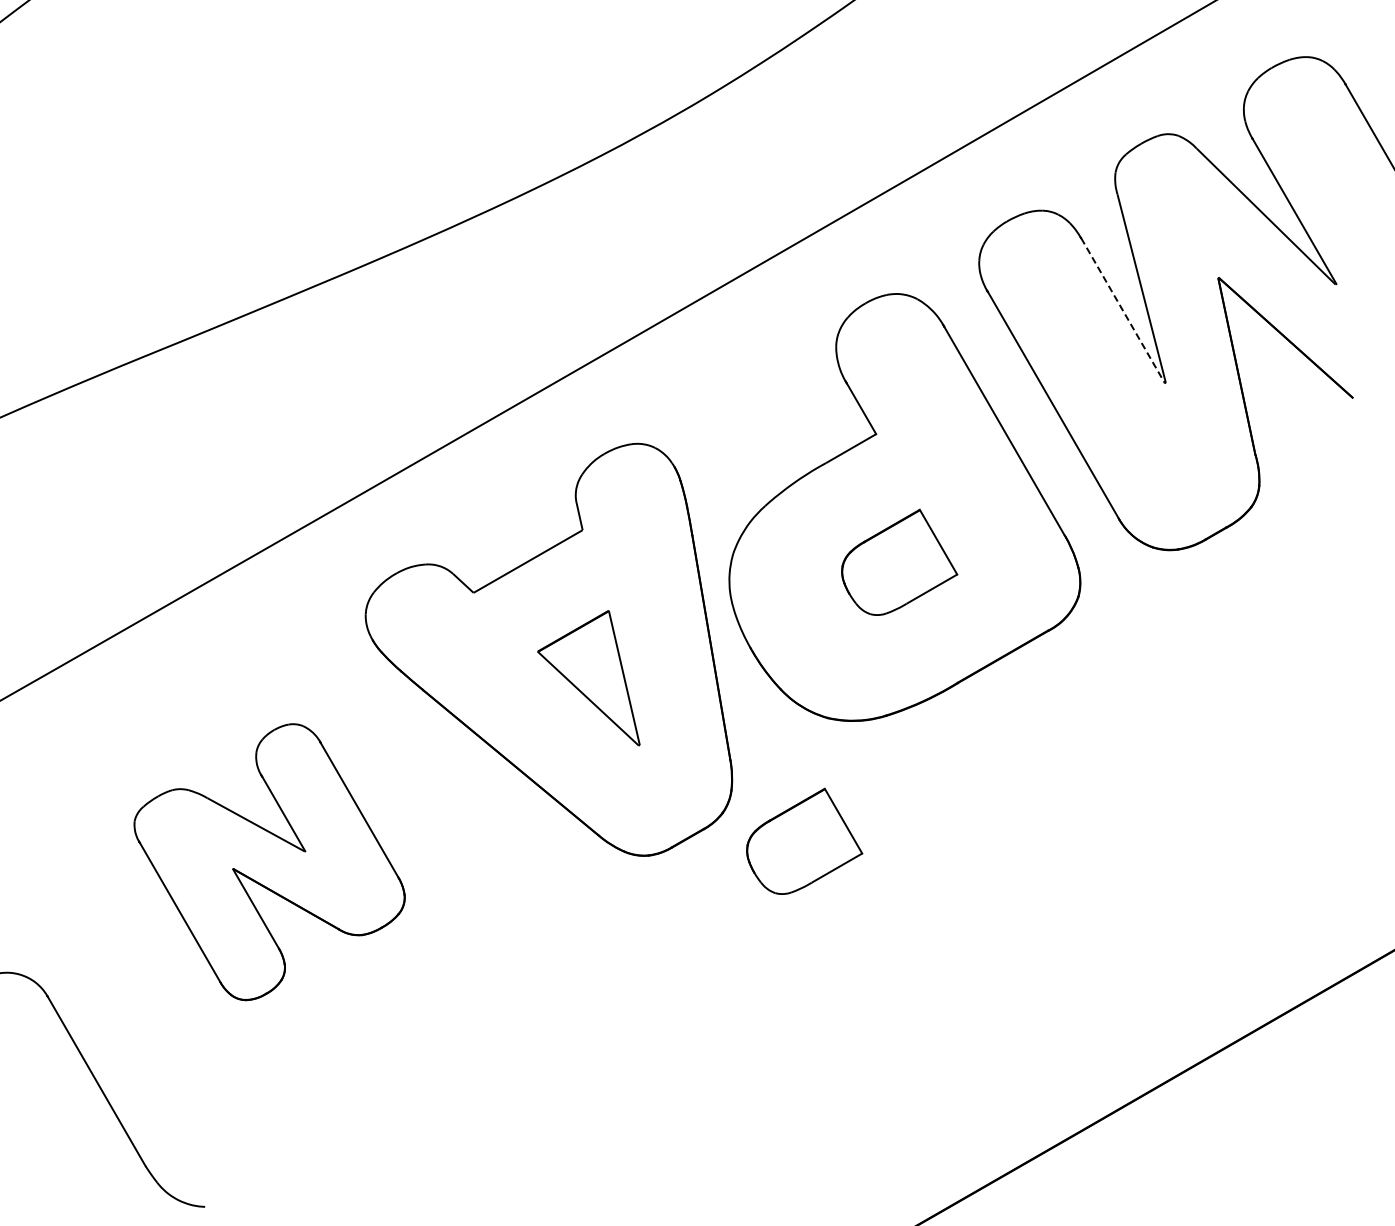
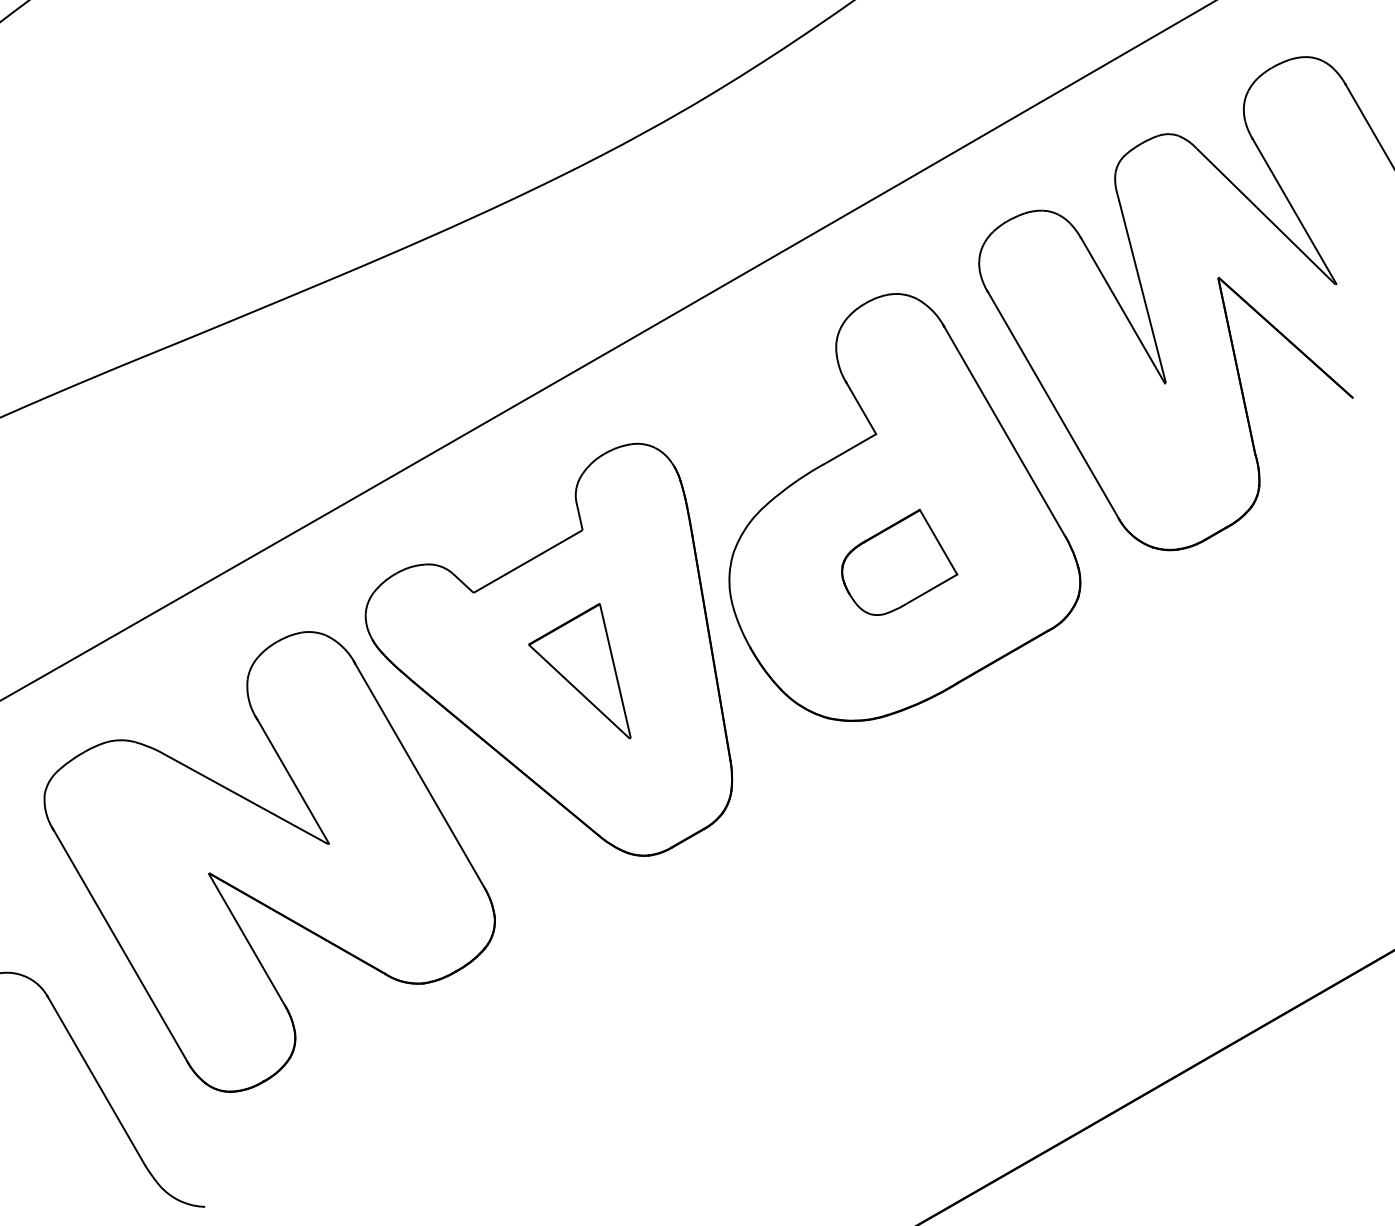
line at (1123, 310): dashed -> solid
part at (588, 678) position: (588, 678) -> (579, 671)
part at (804, 840): present -> none
part at (269, 862) size: 273x279 px -> 453x463 px
